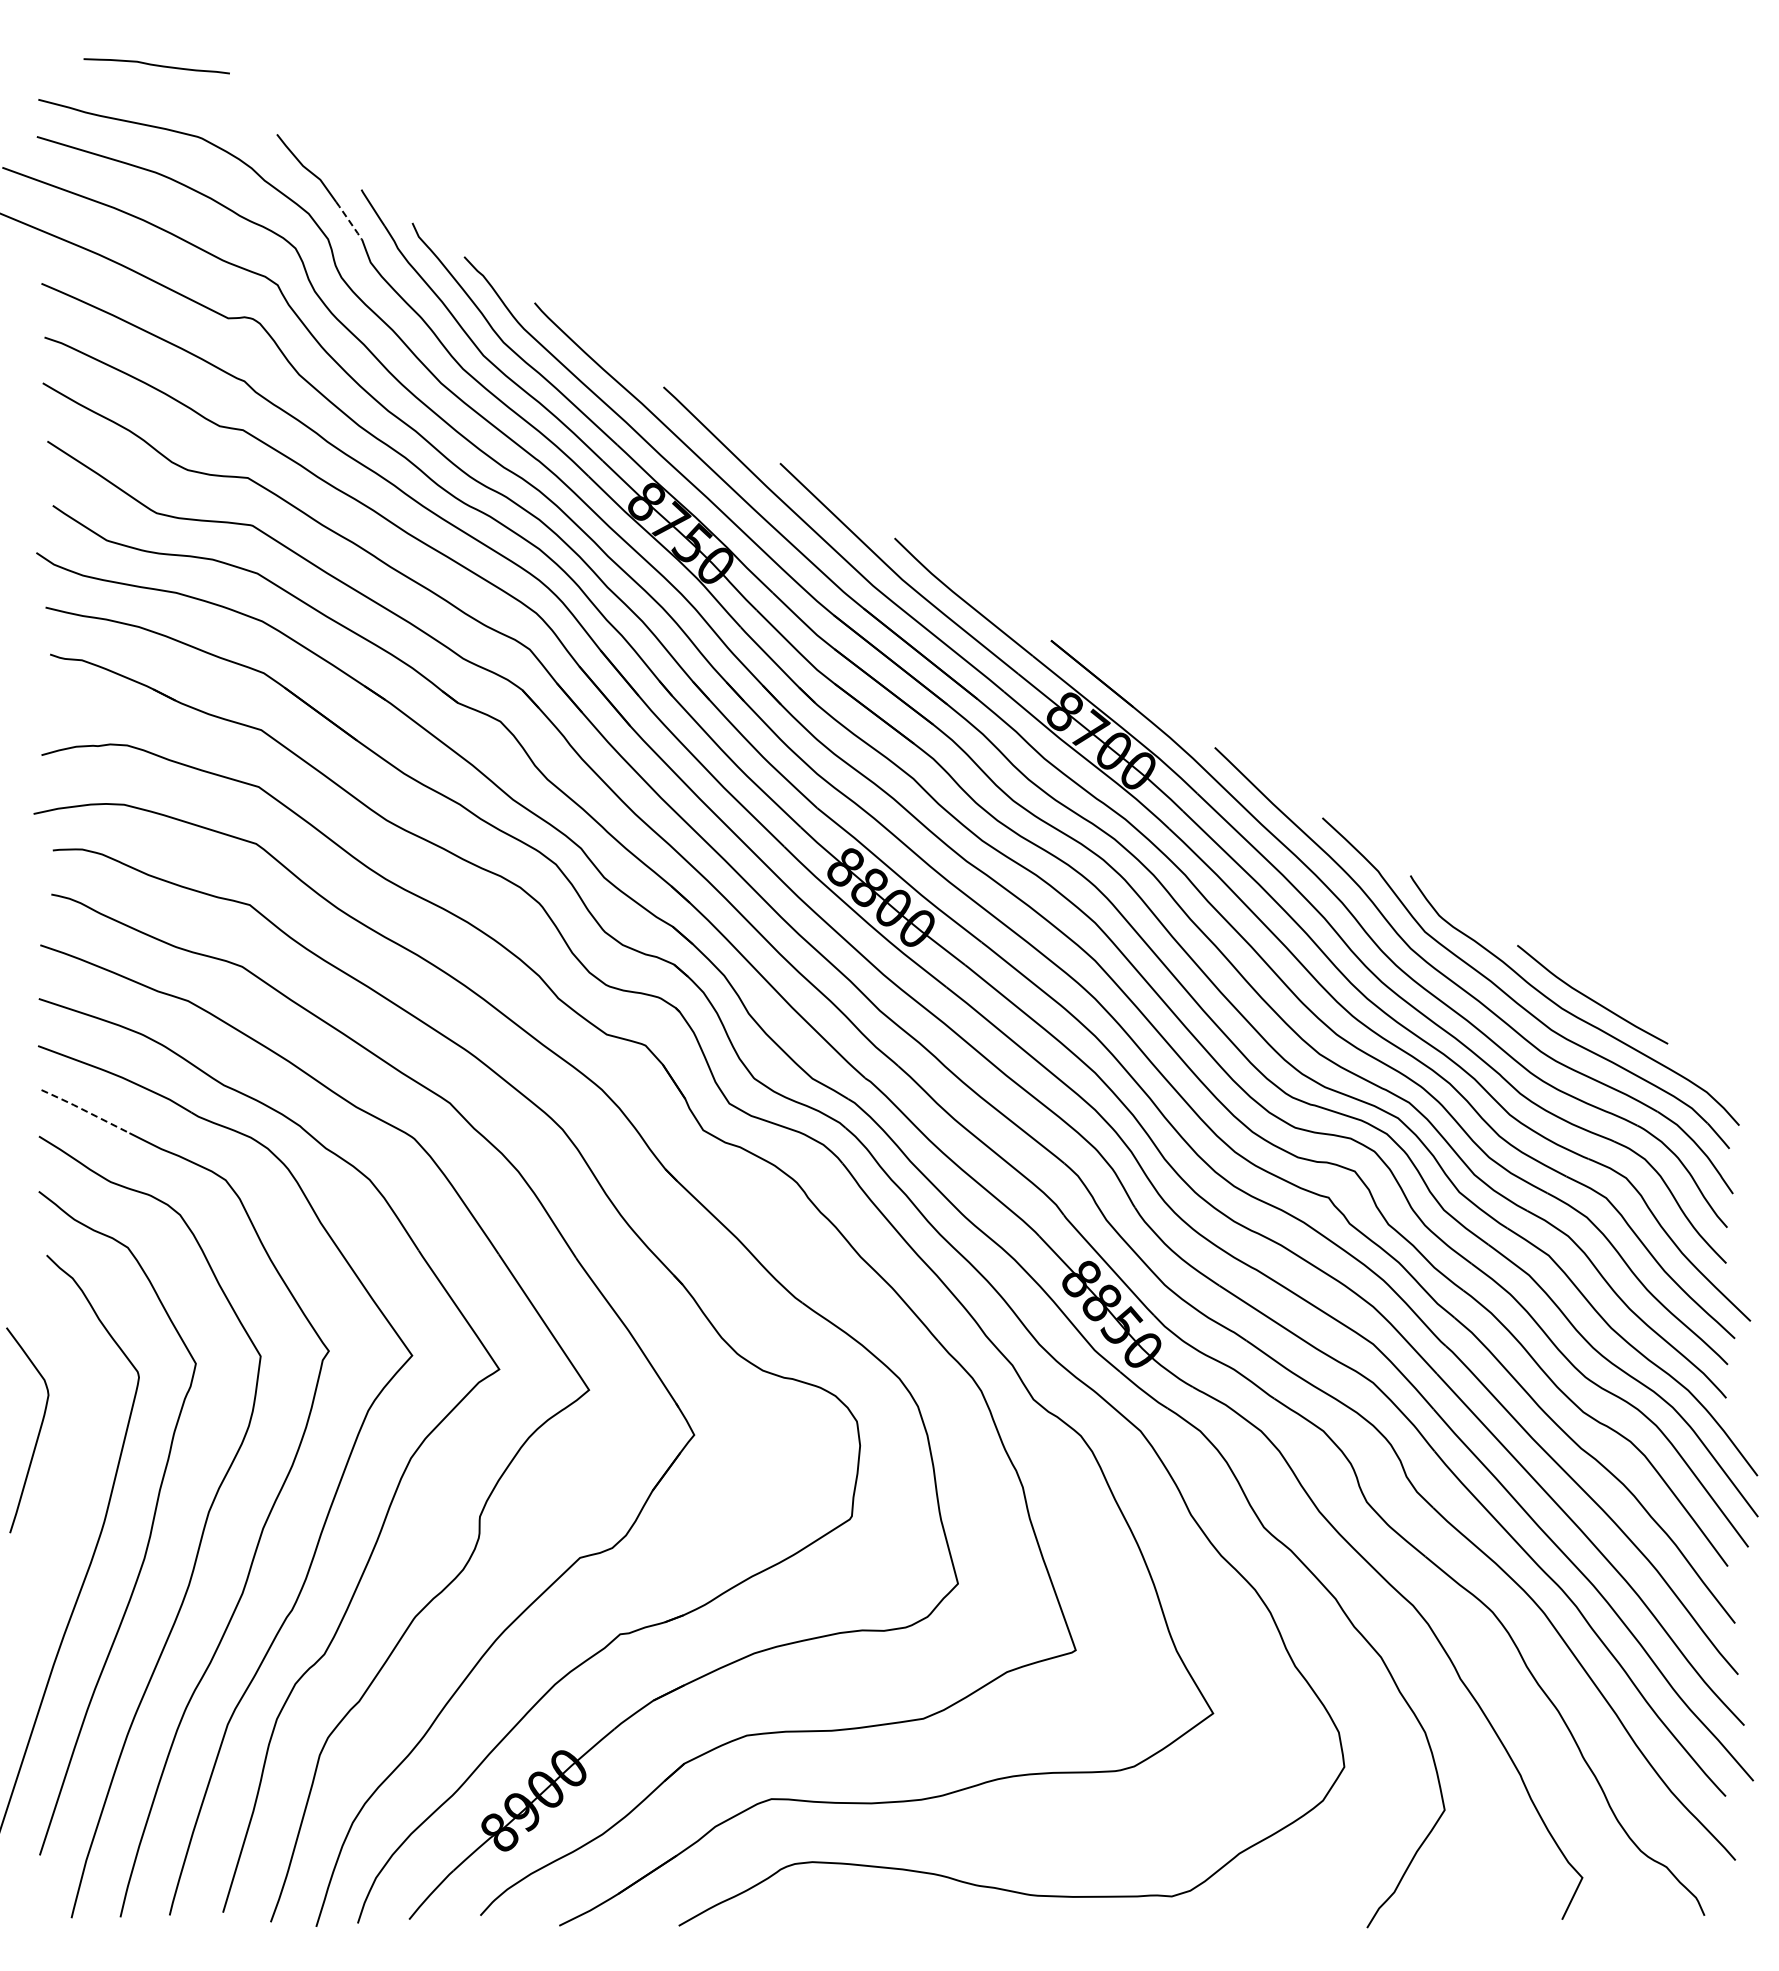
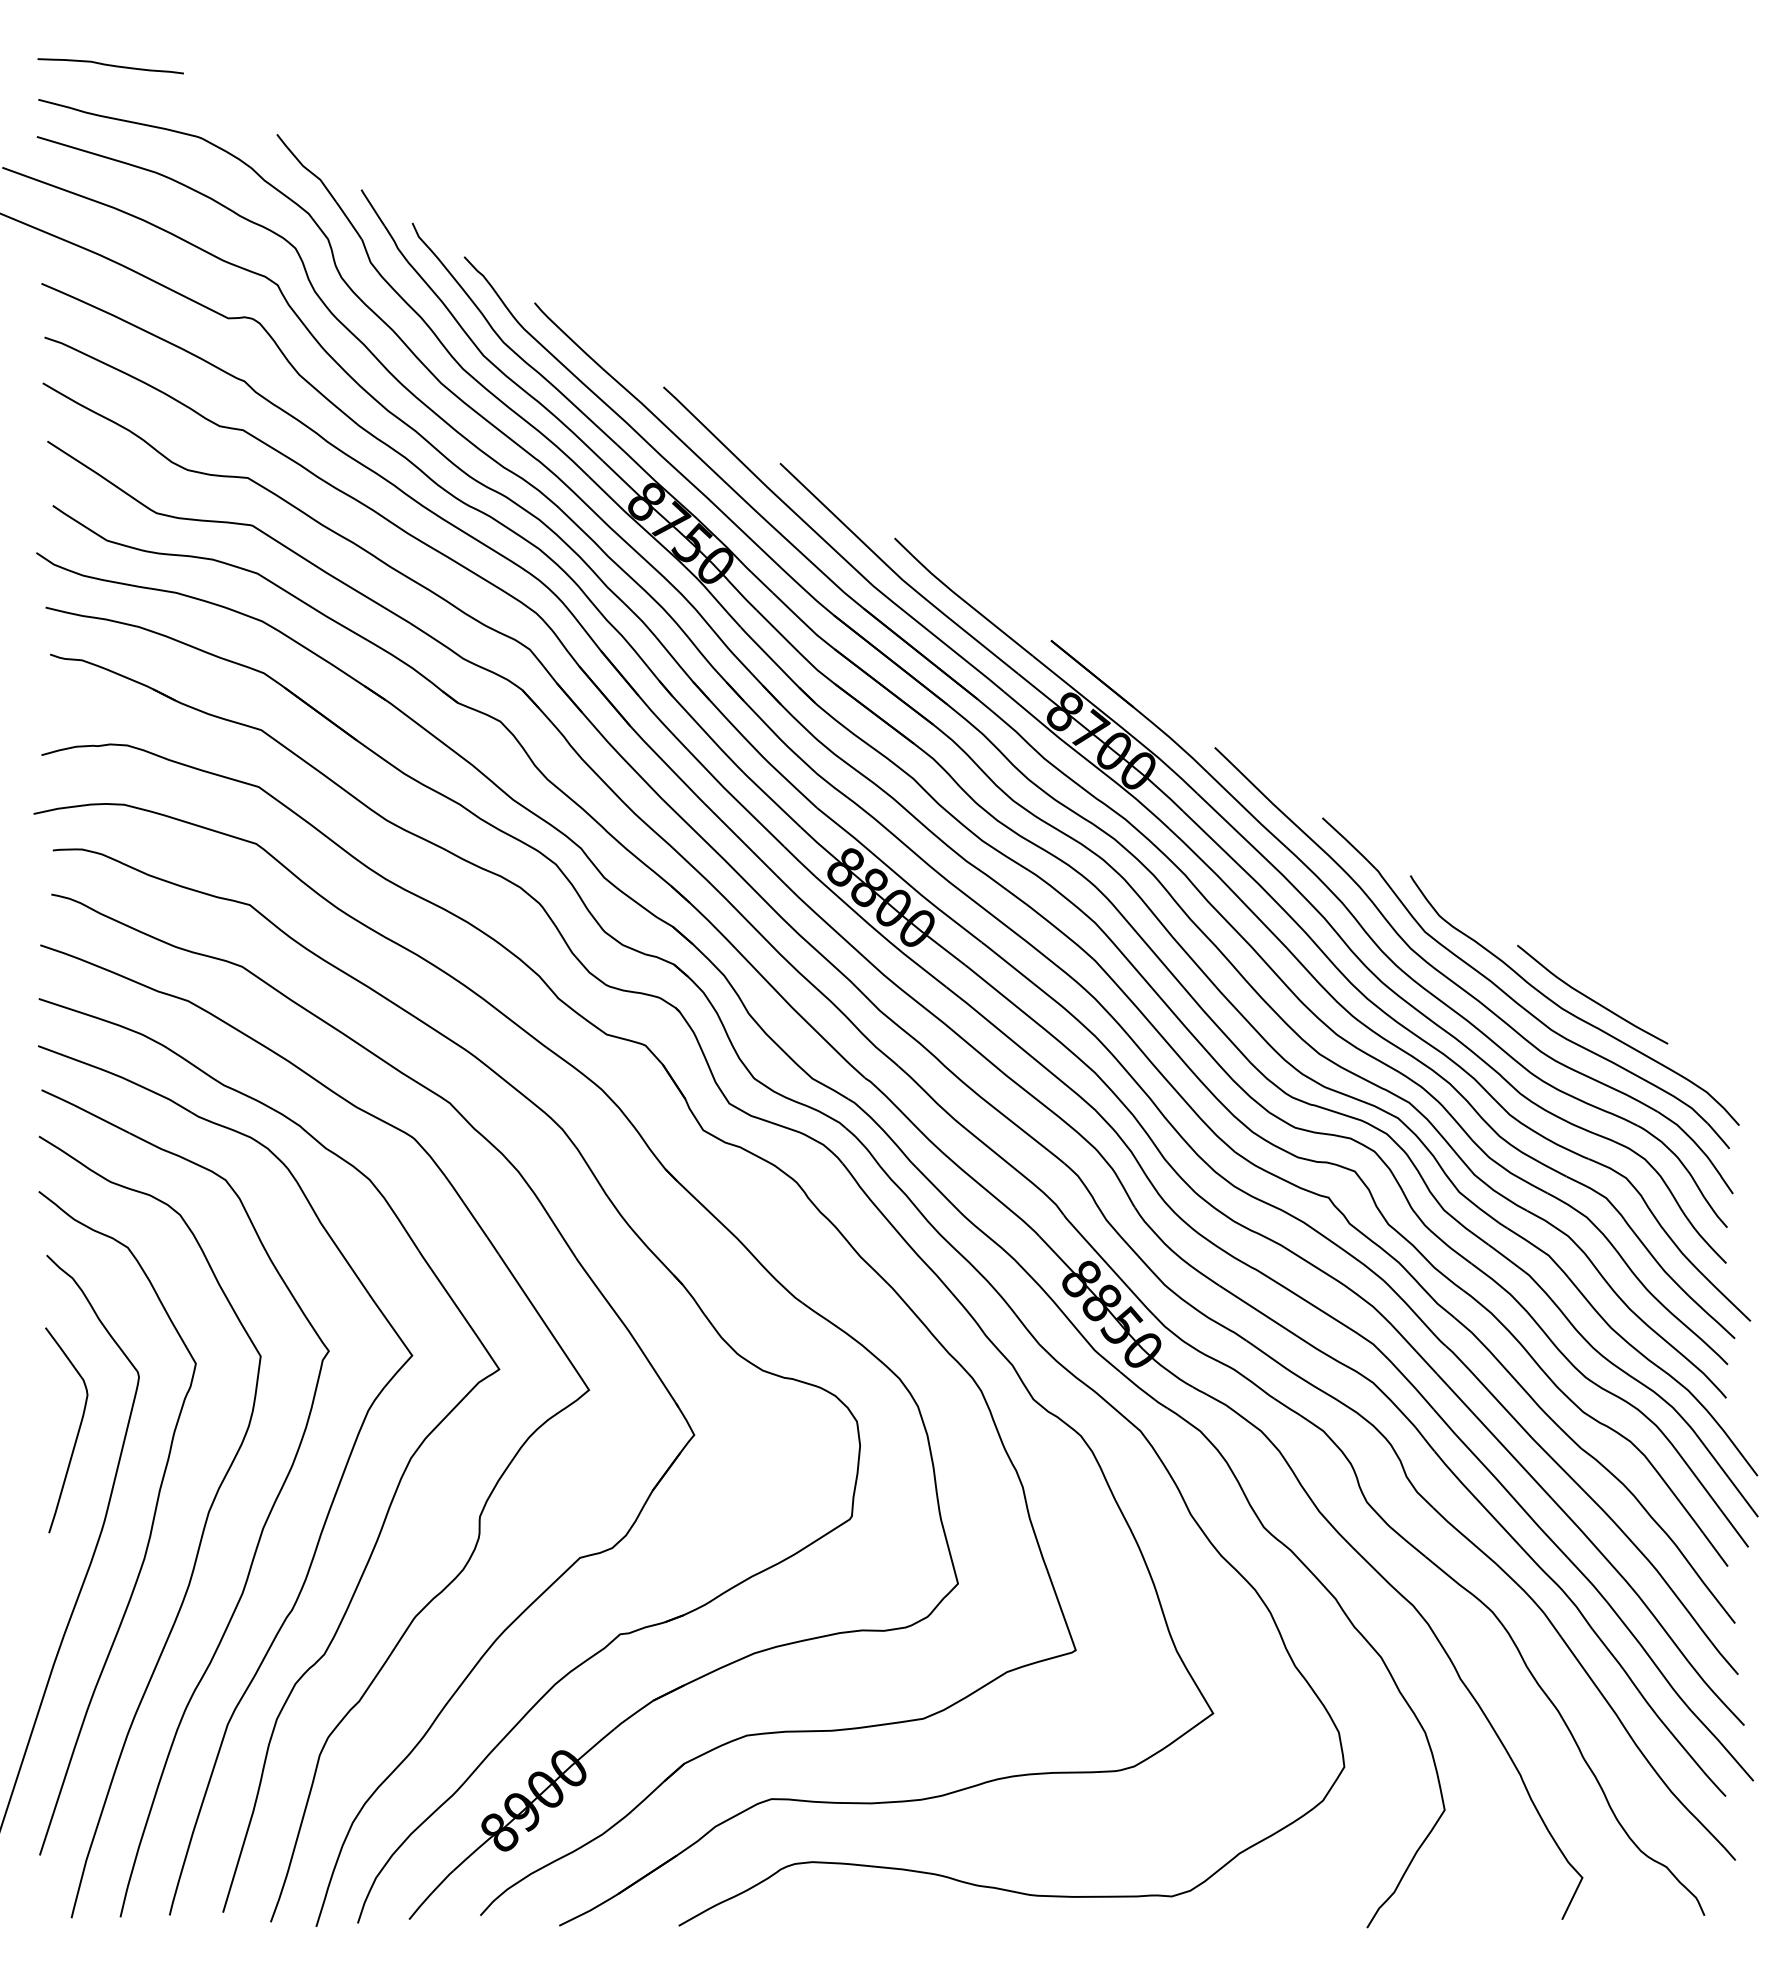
curve at (156, 66) position: (156, 66) -> (110, 66)
line at (348, 220): dashed -> solid
line at (85, 1110): dashed -> solid
curve at (38, 1431) position: (38, 1431) -> (77, 1431)
